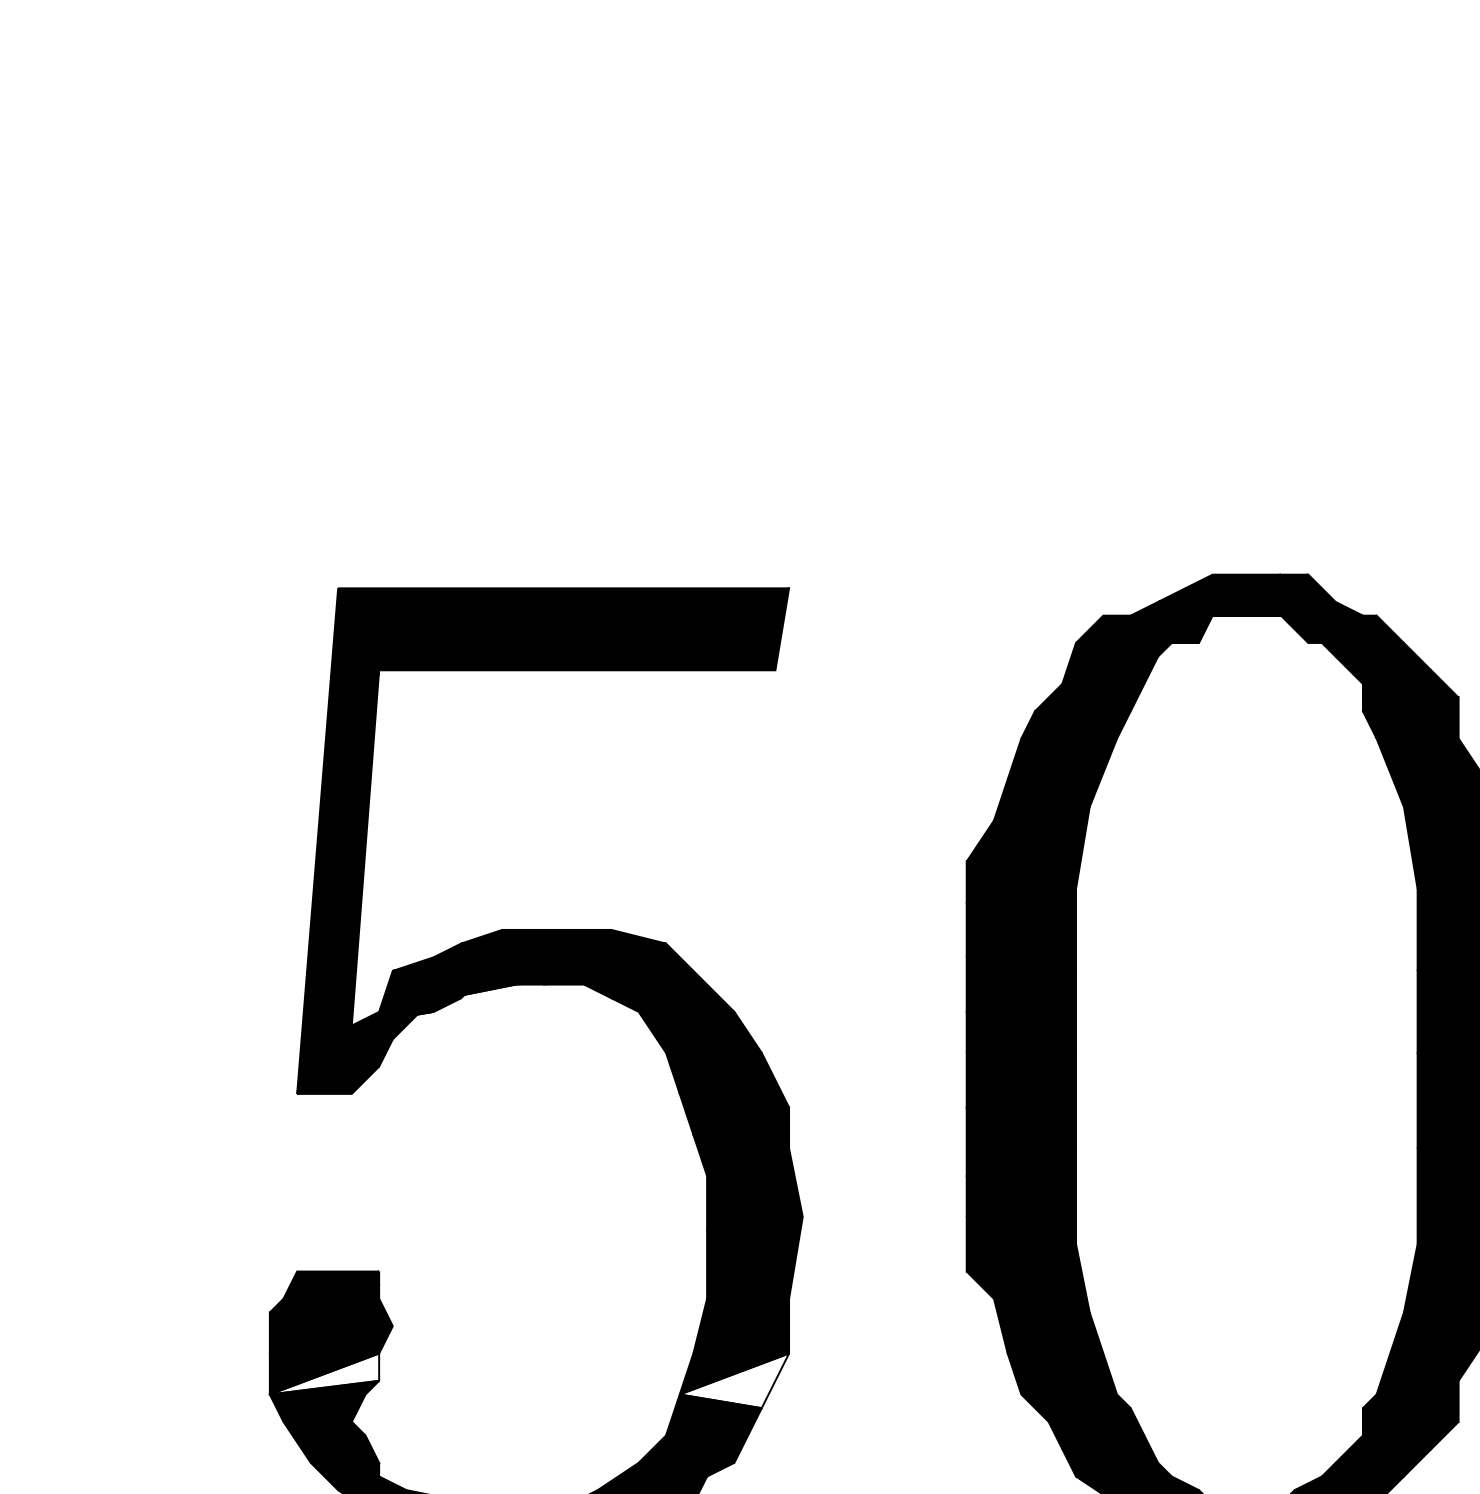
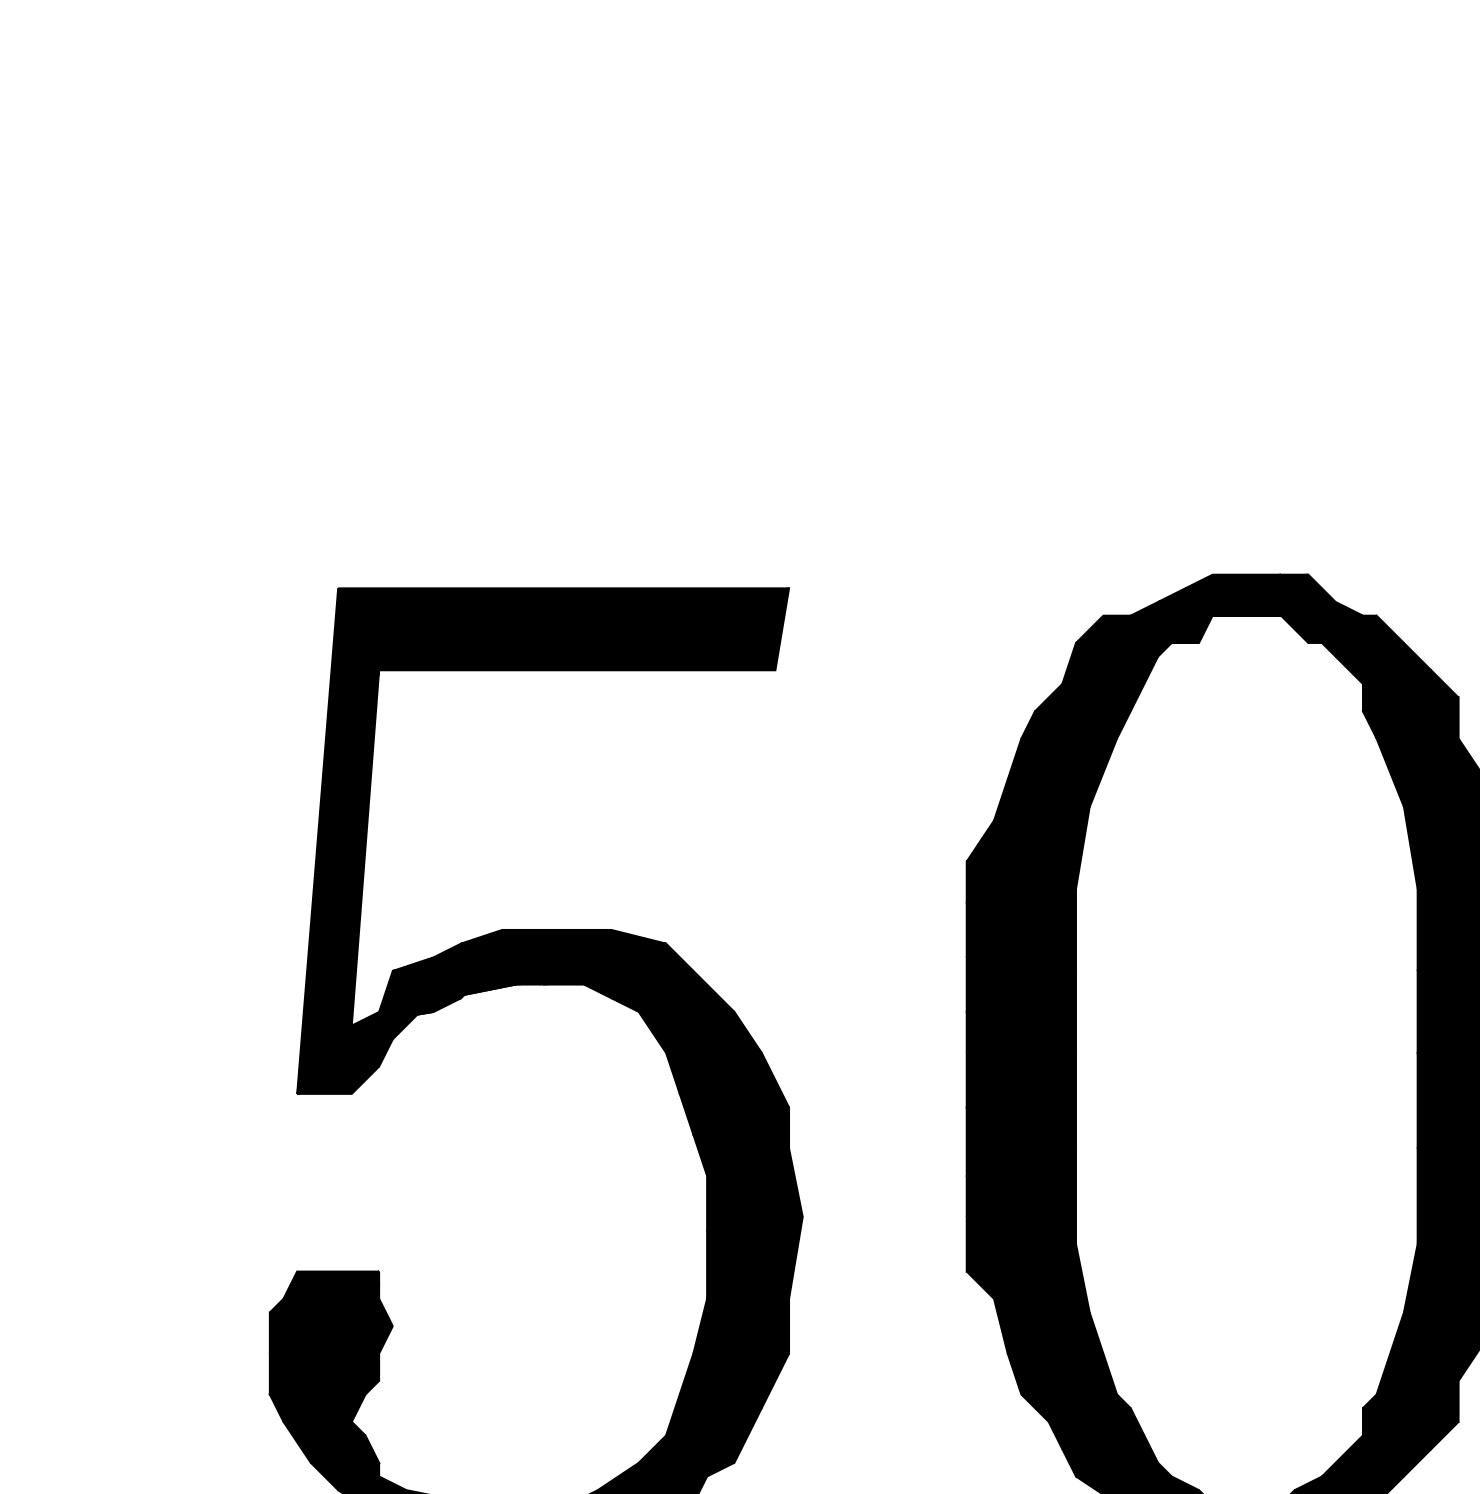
fill at (324, 1373): none -> present
fill at (734, 1380): none -> present
